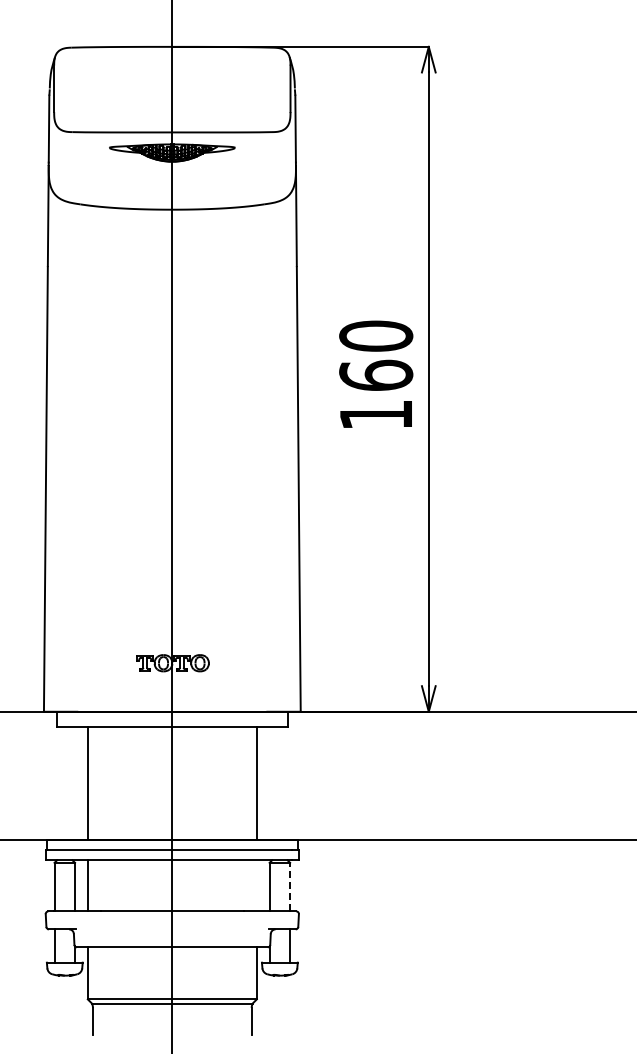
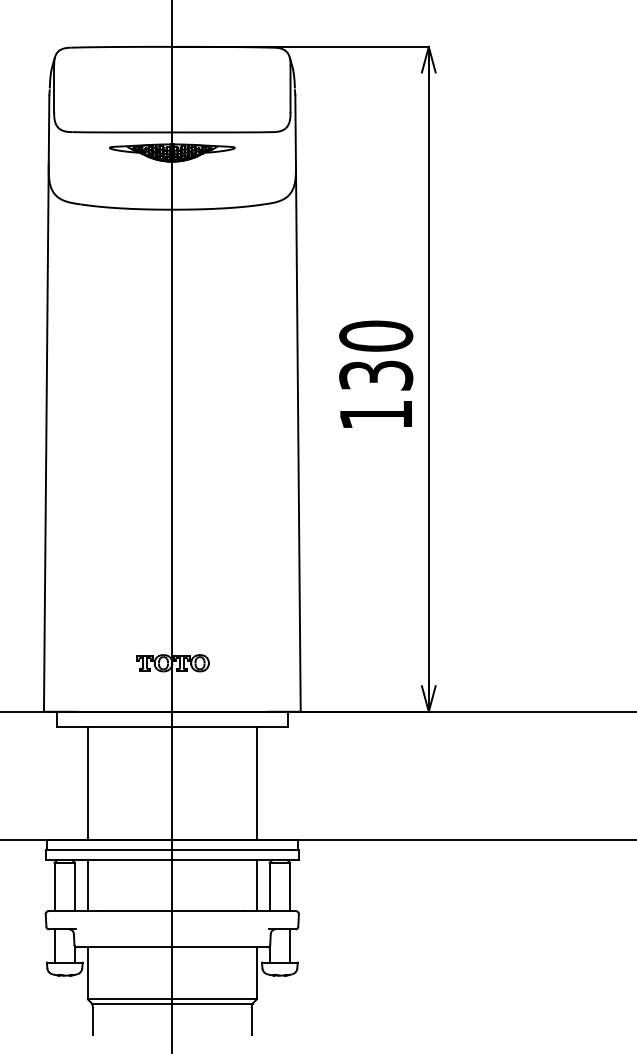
text at (376, 374): 160 -> 130
line at (256, 885): none -> present
line at (290, 886): dashed -> solid
